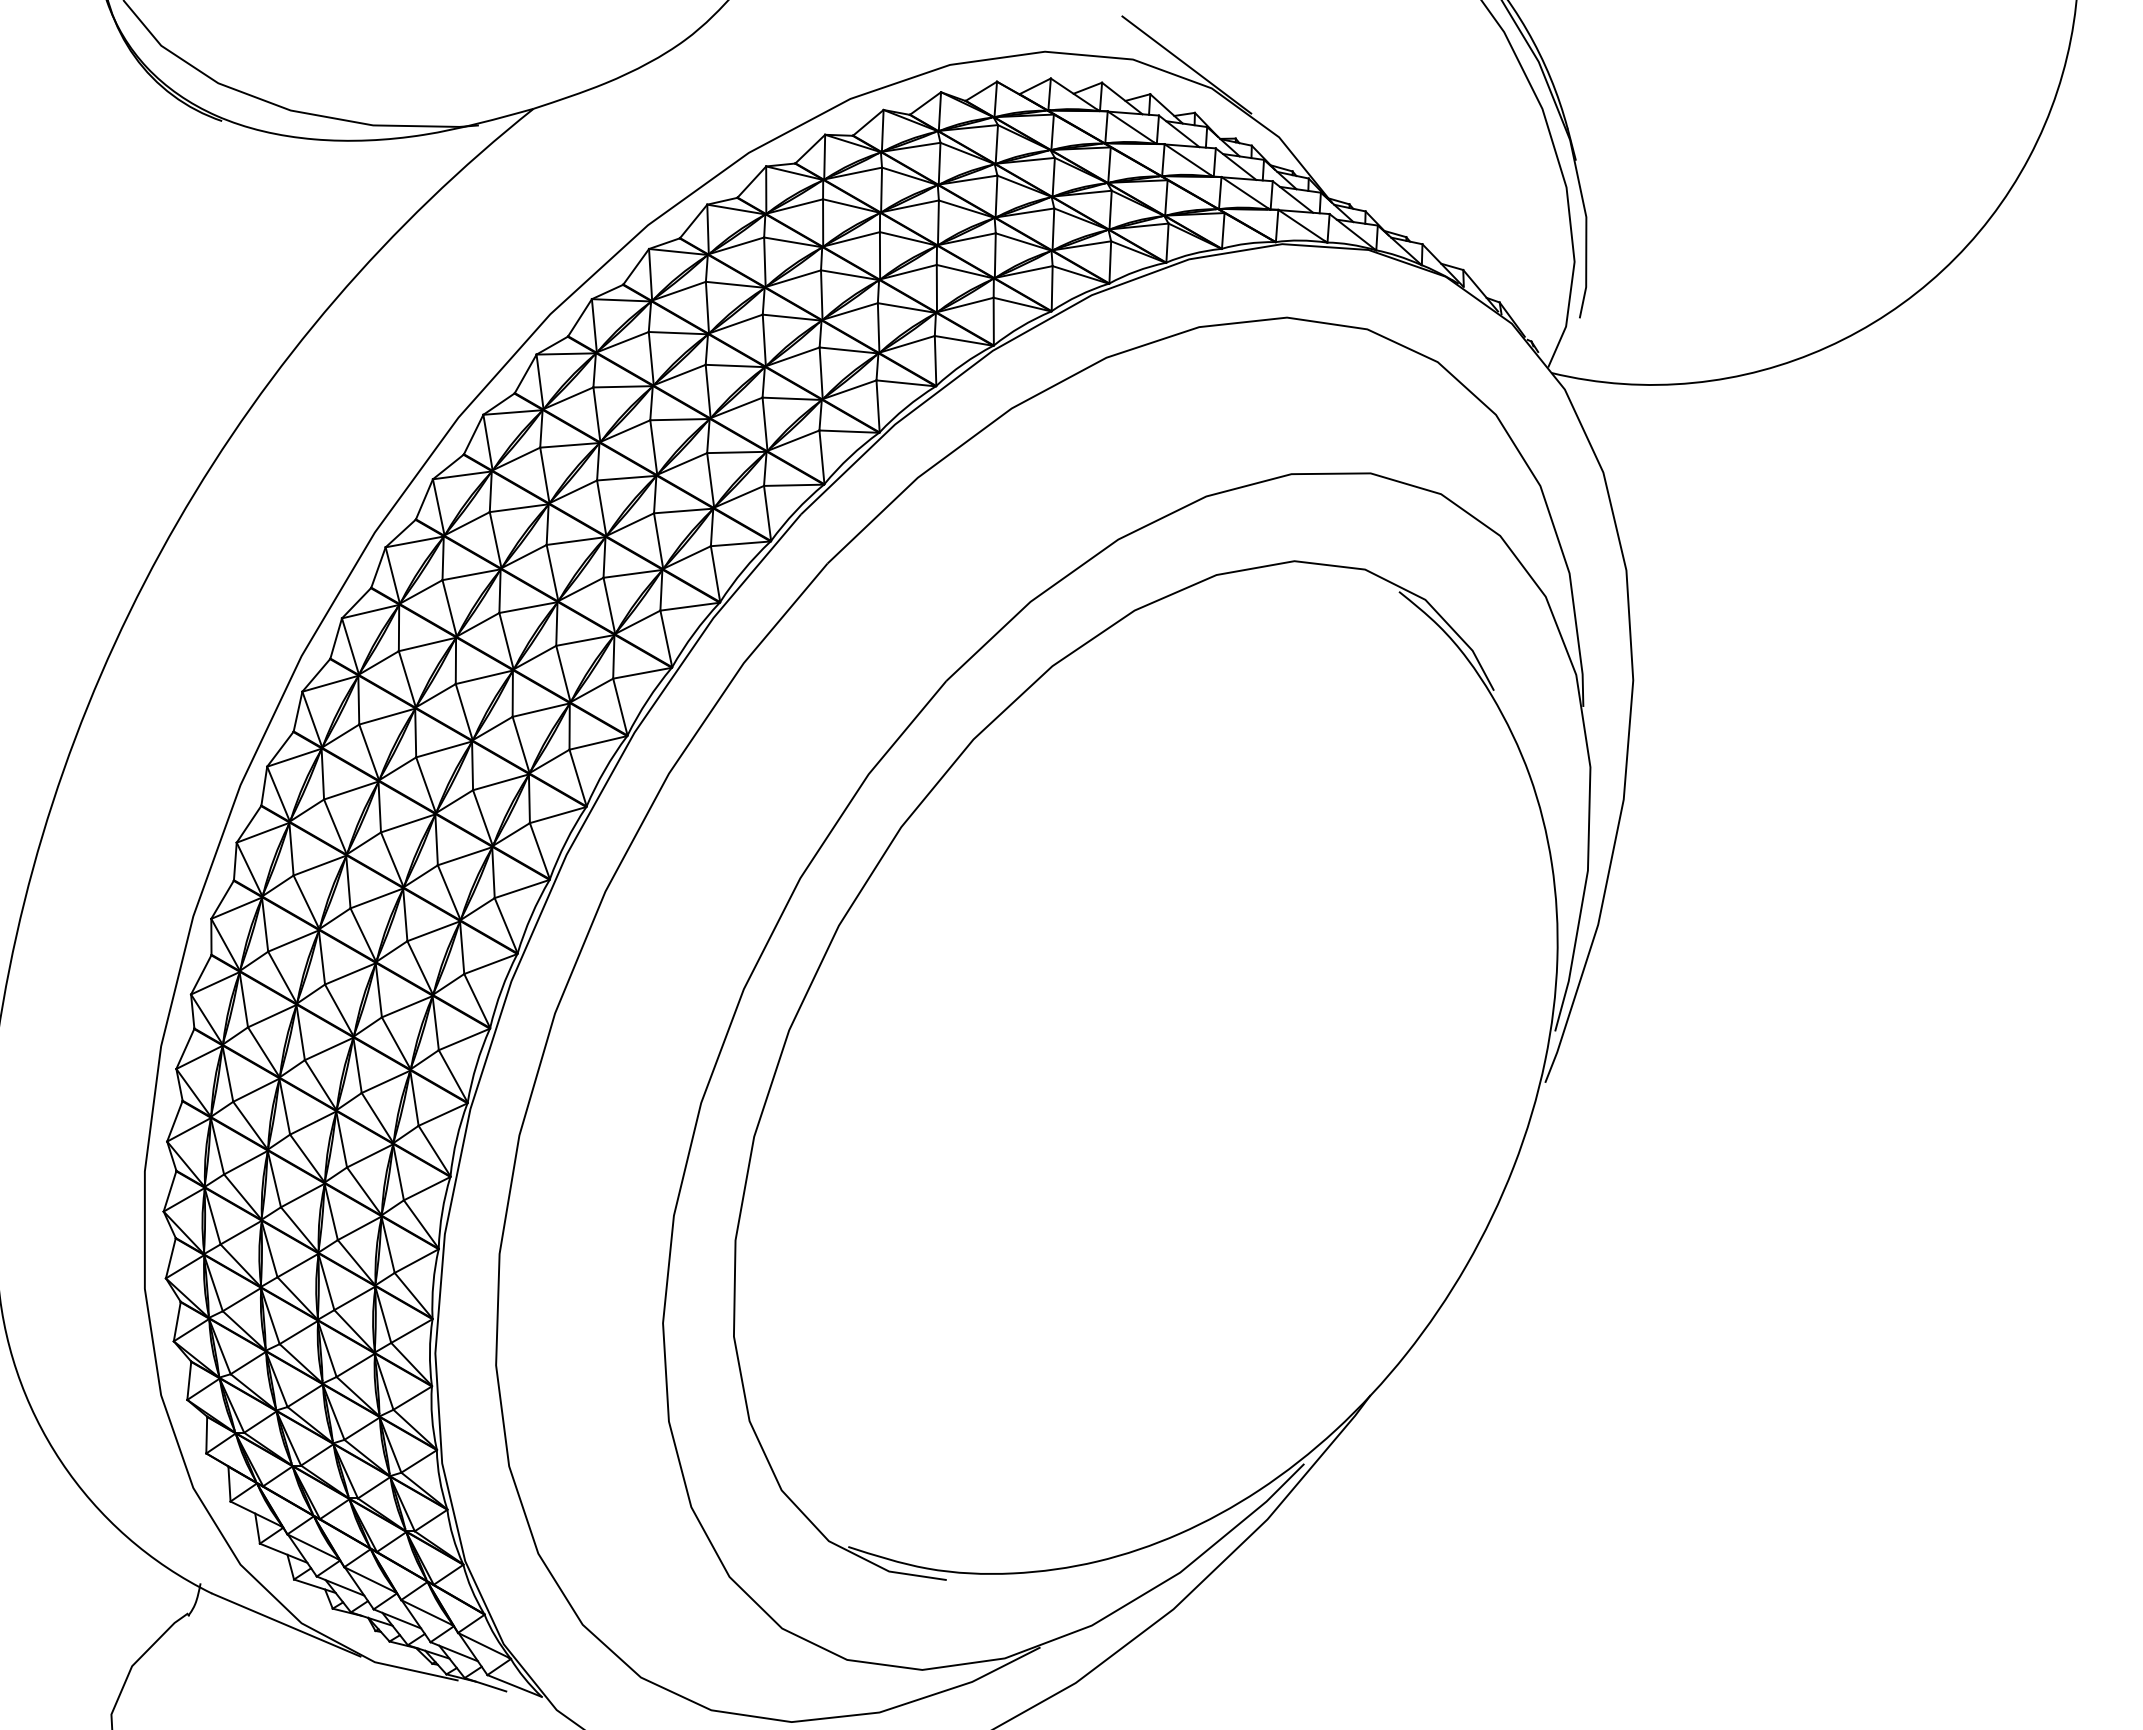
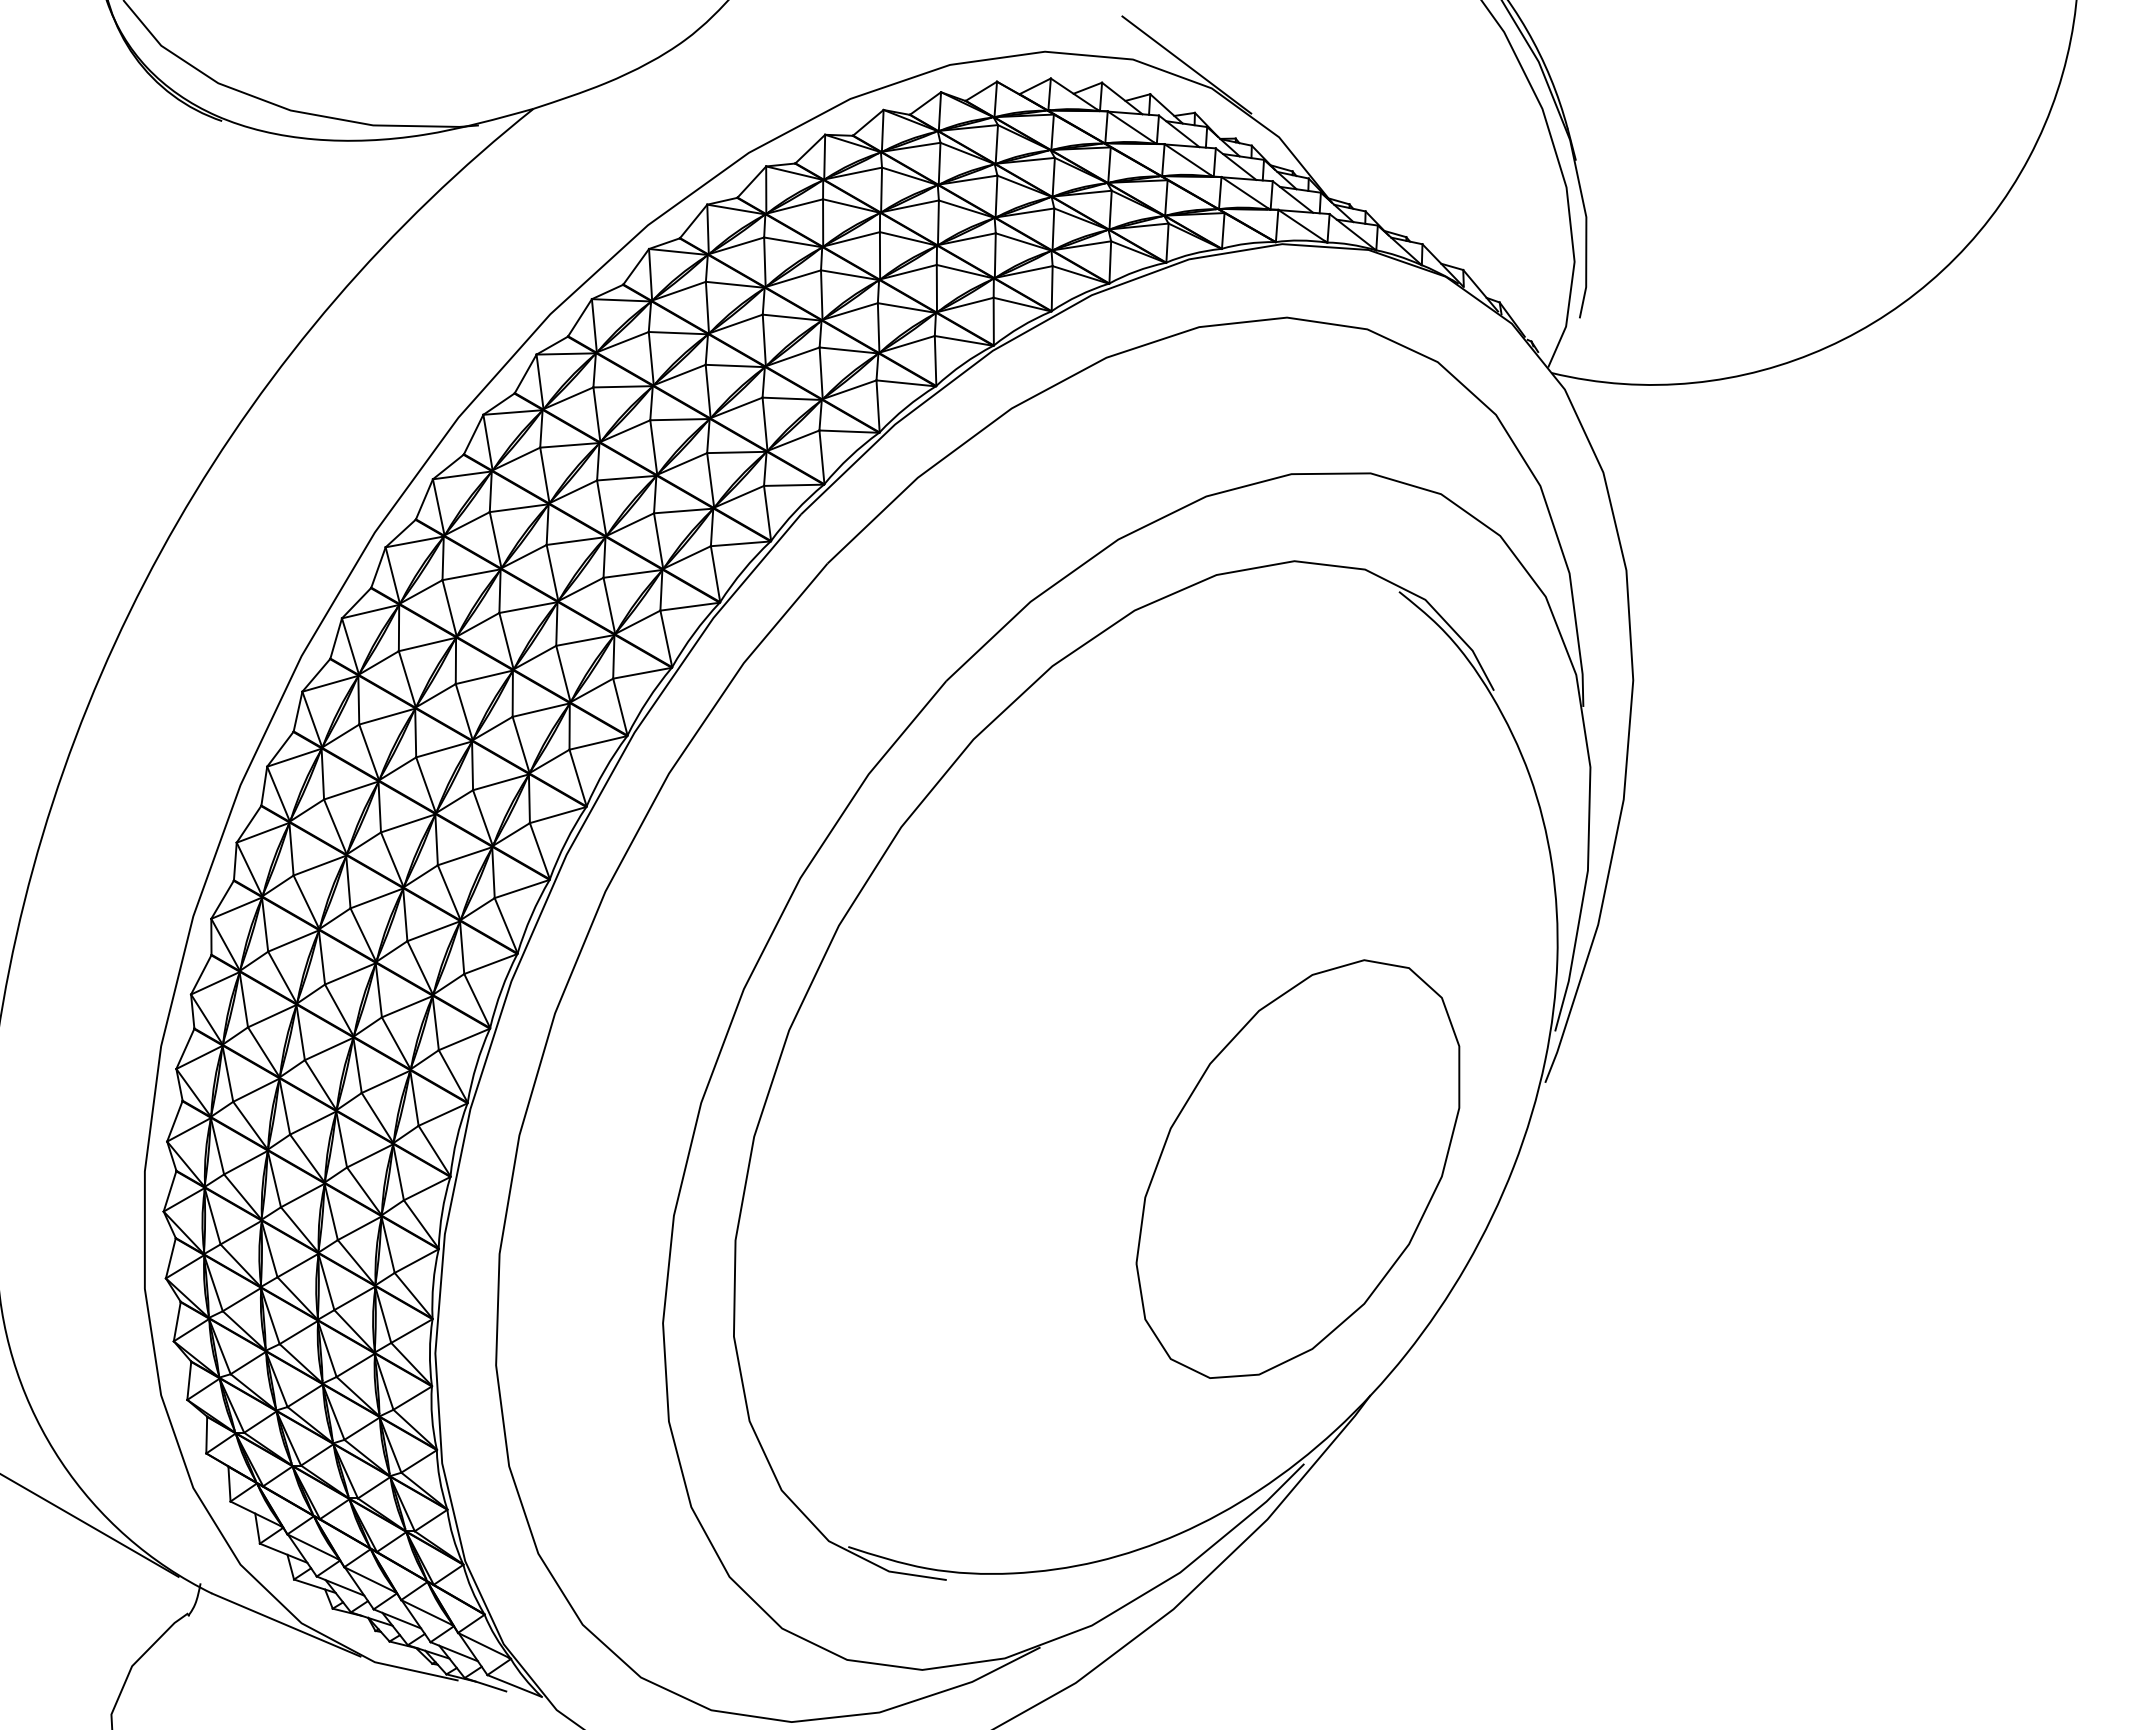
part at (1297, 1168): none -> present
line at (90, 1525): none -> present
